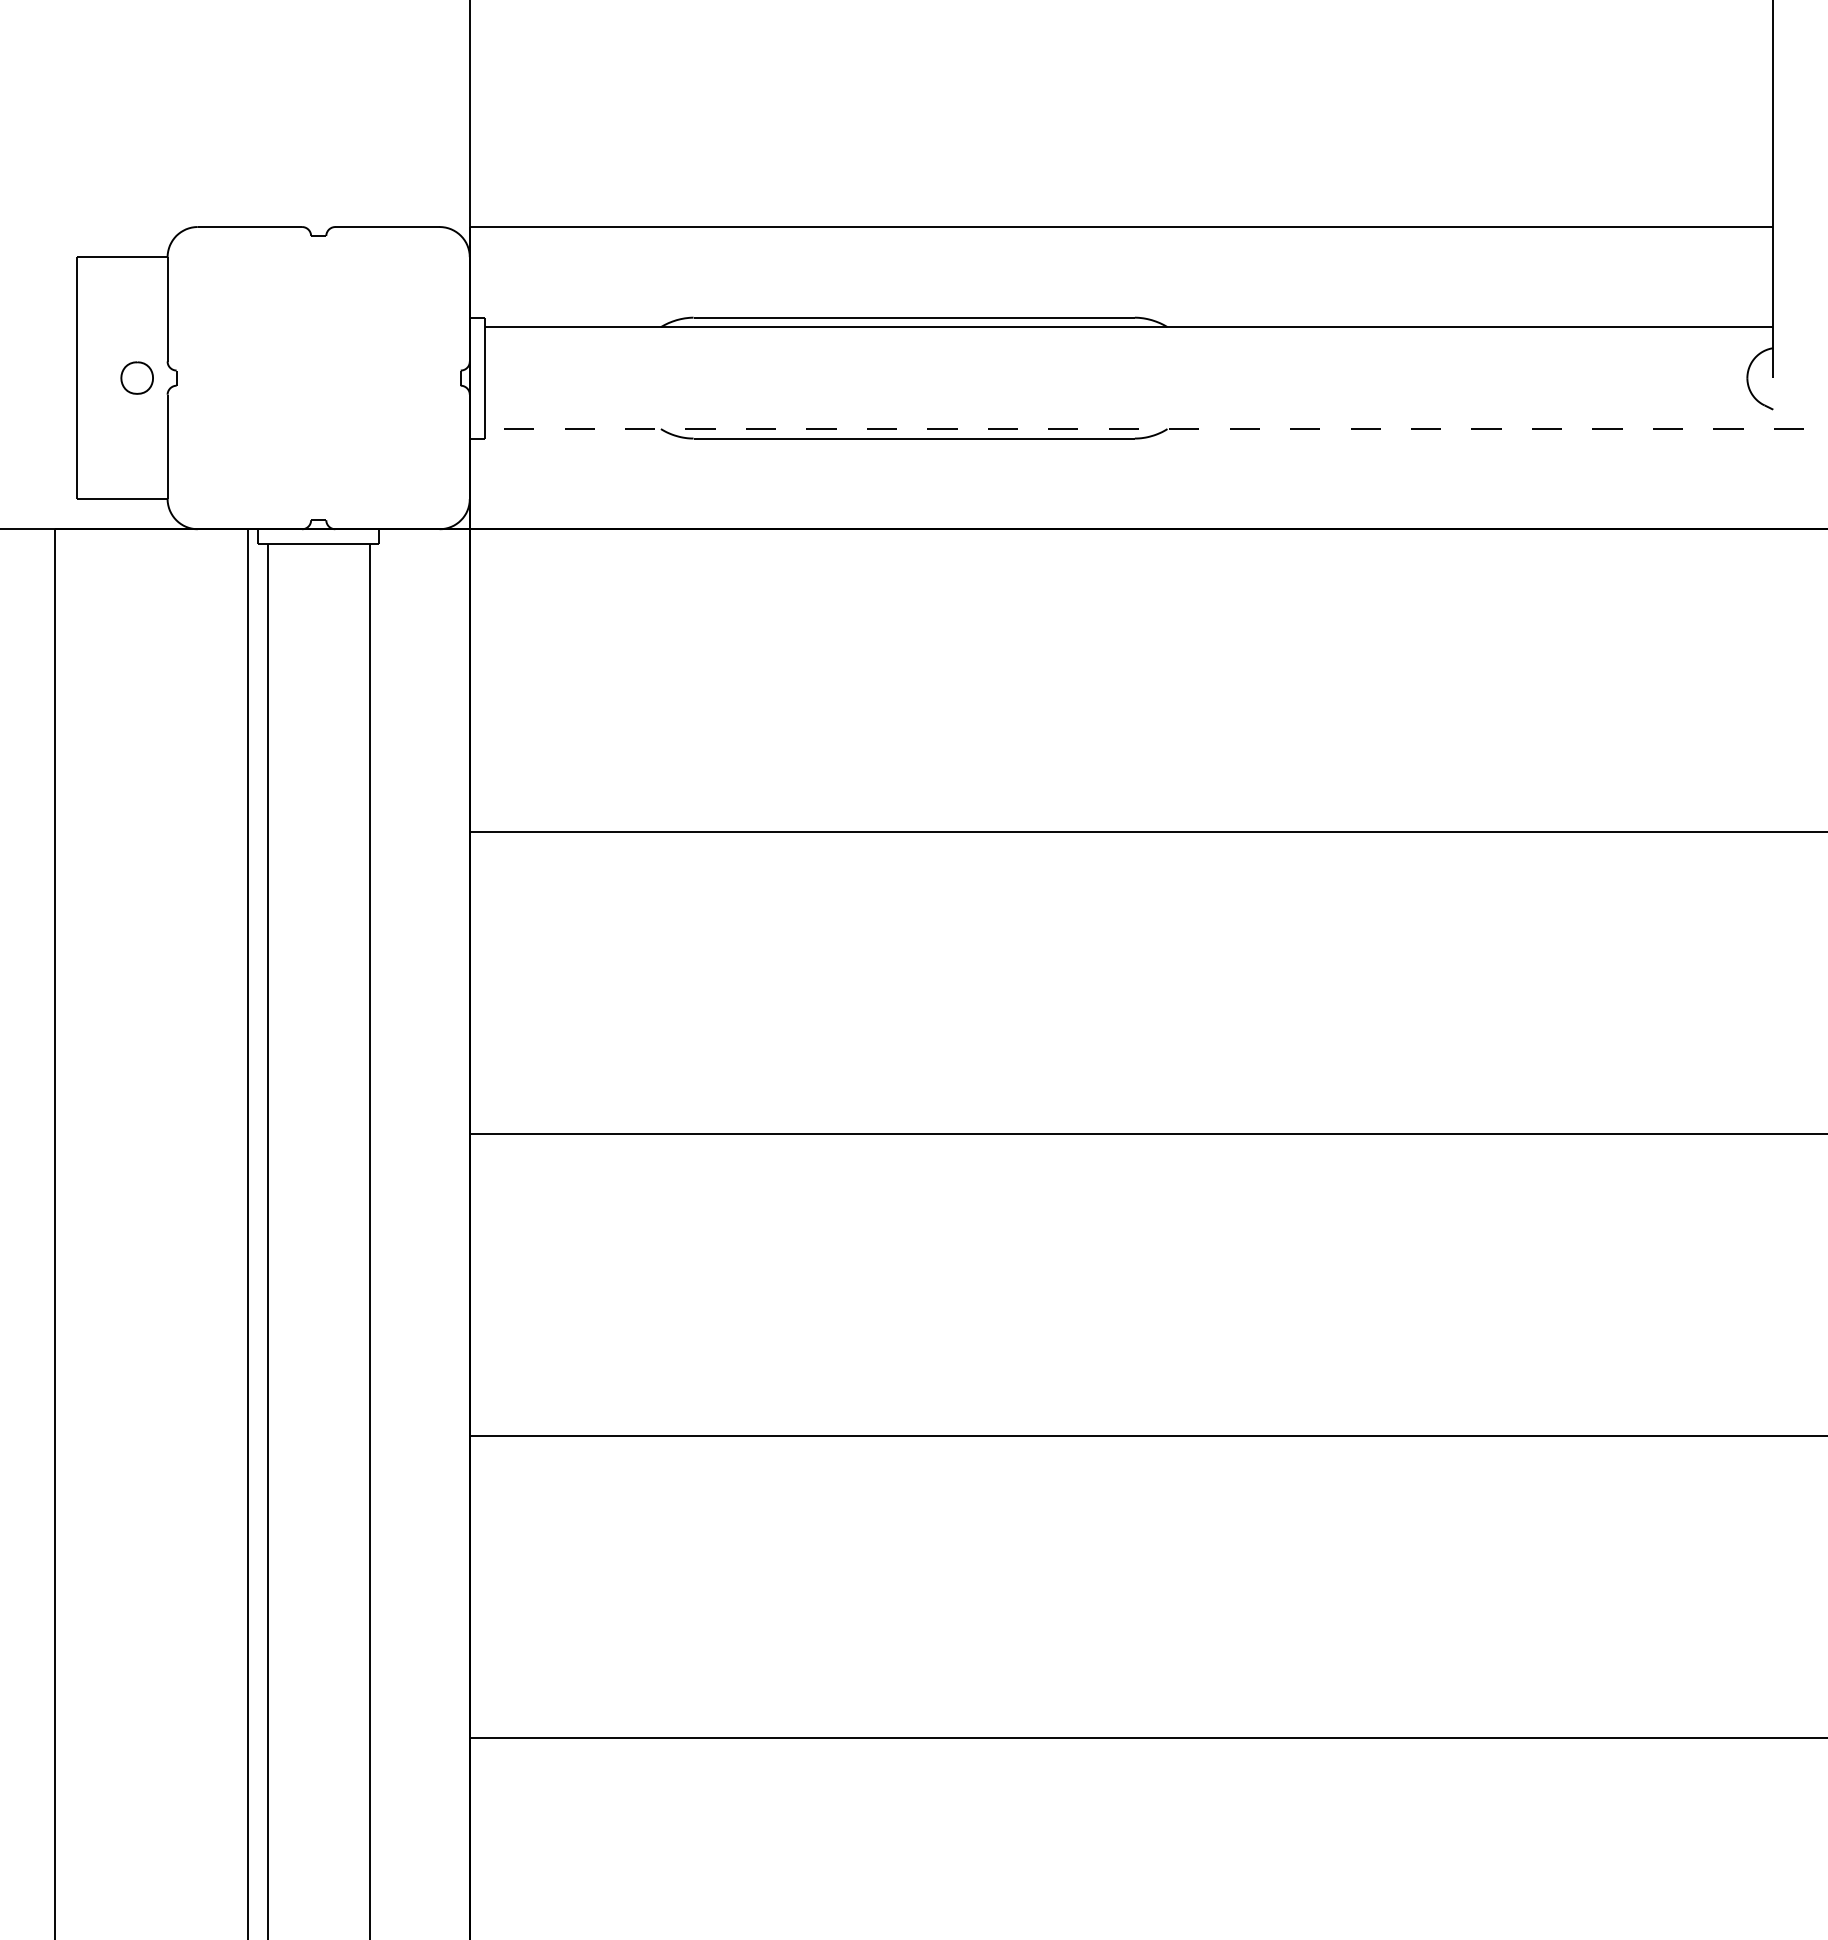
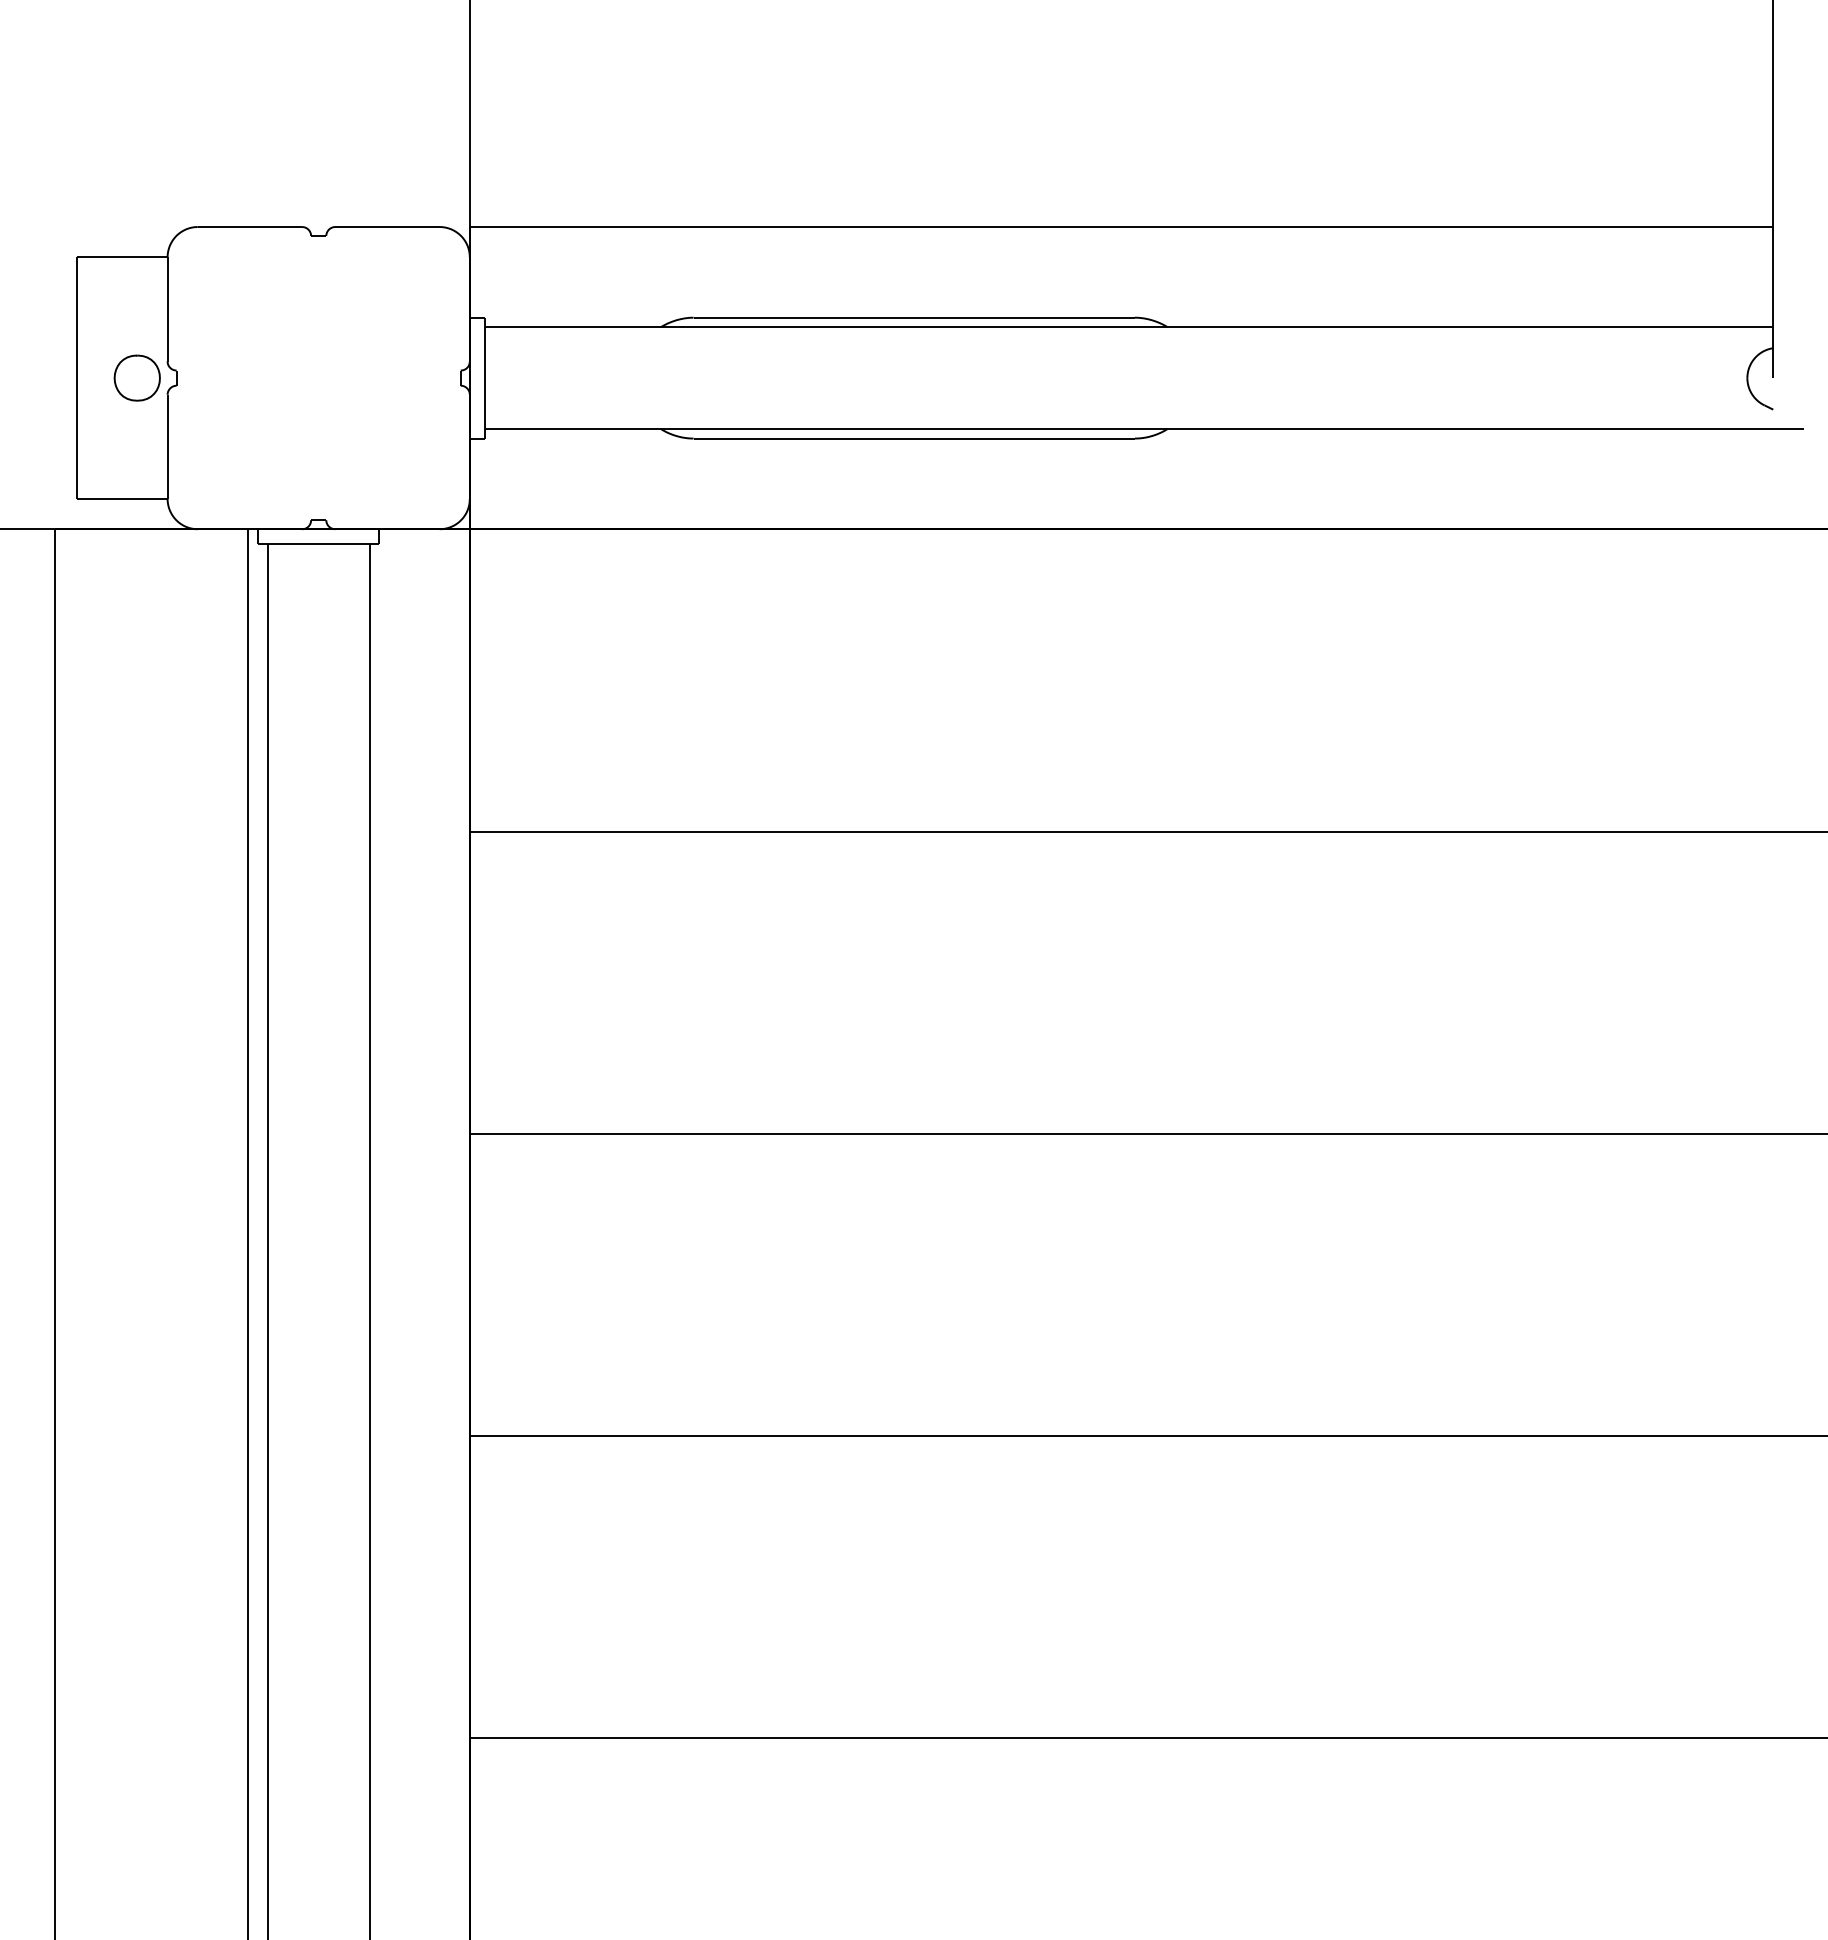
part at (136, 377) size: 34x34 px -> 48x48 px
line at (1144, 429): dashed -> solid
